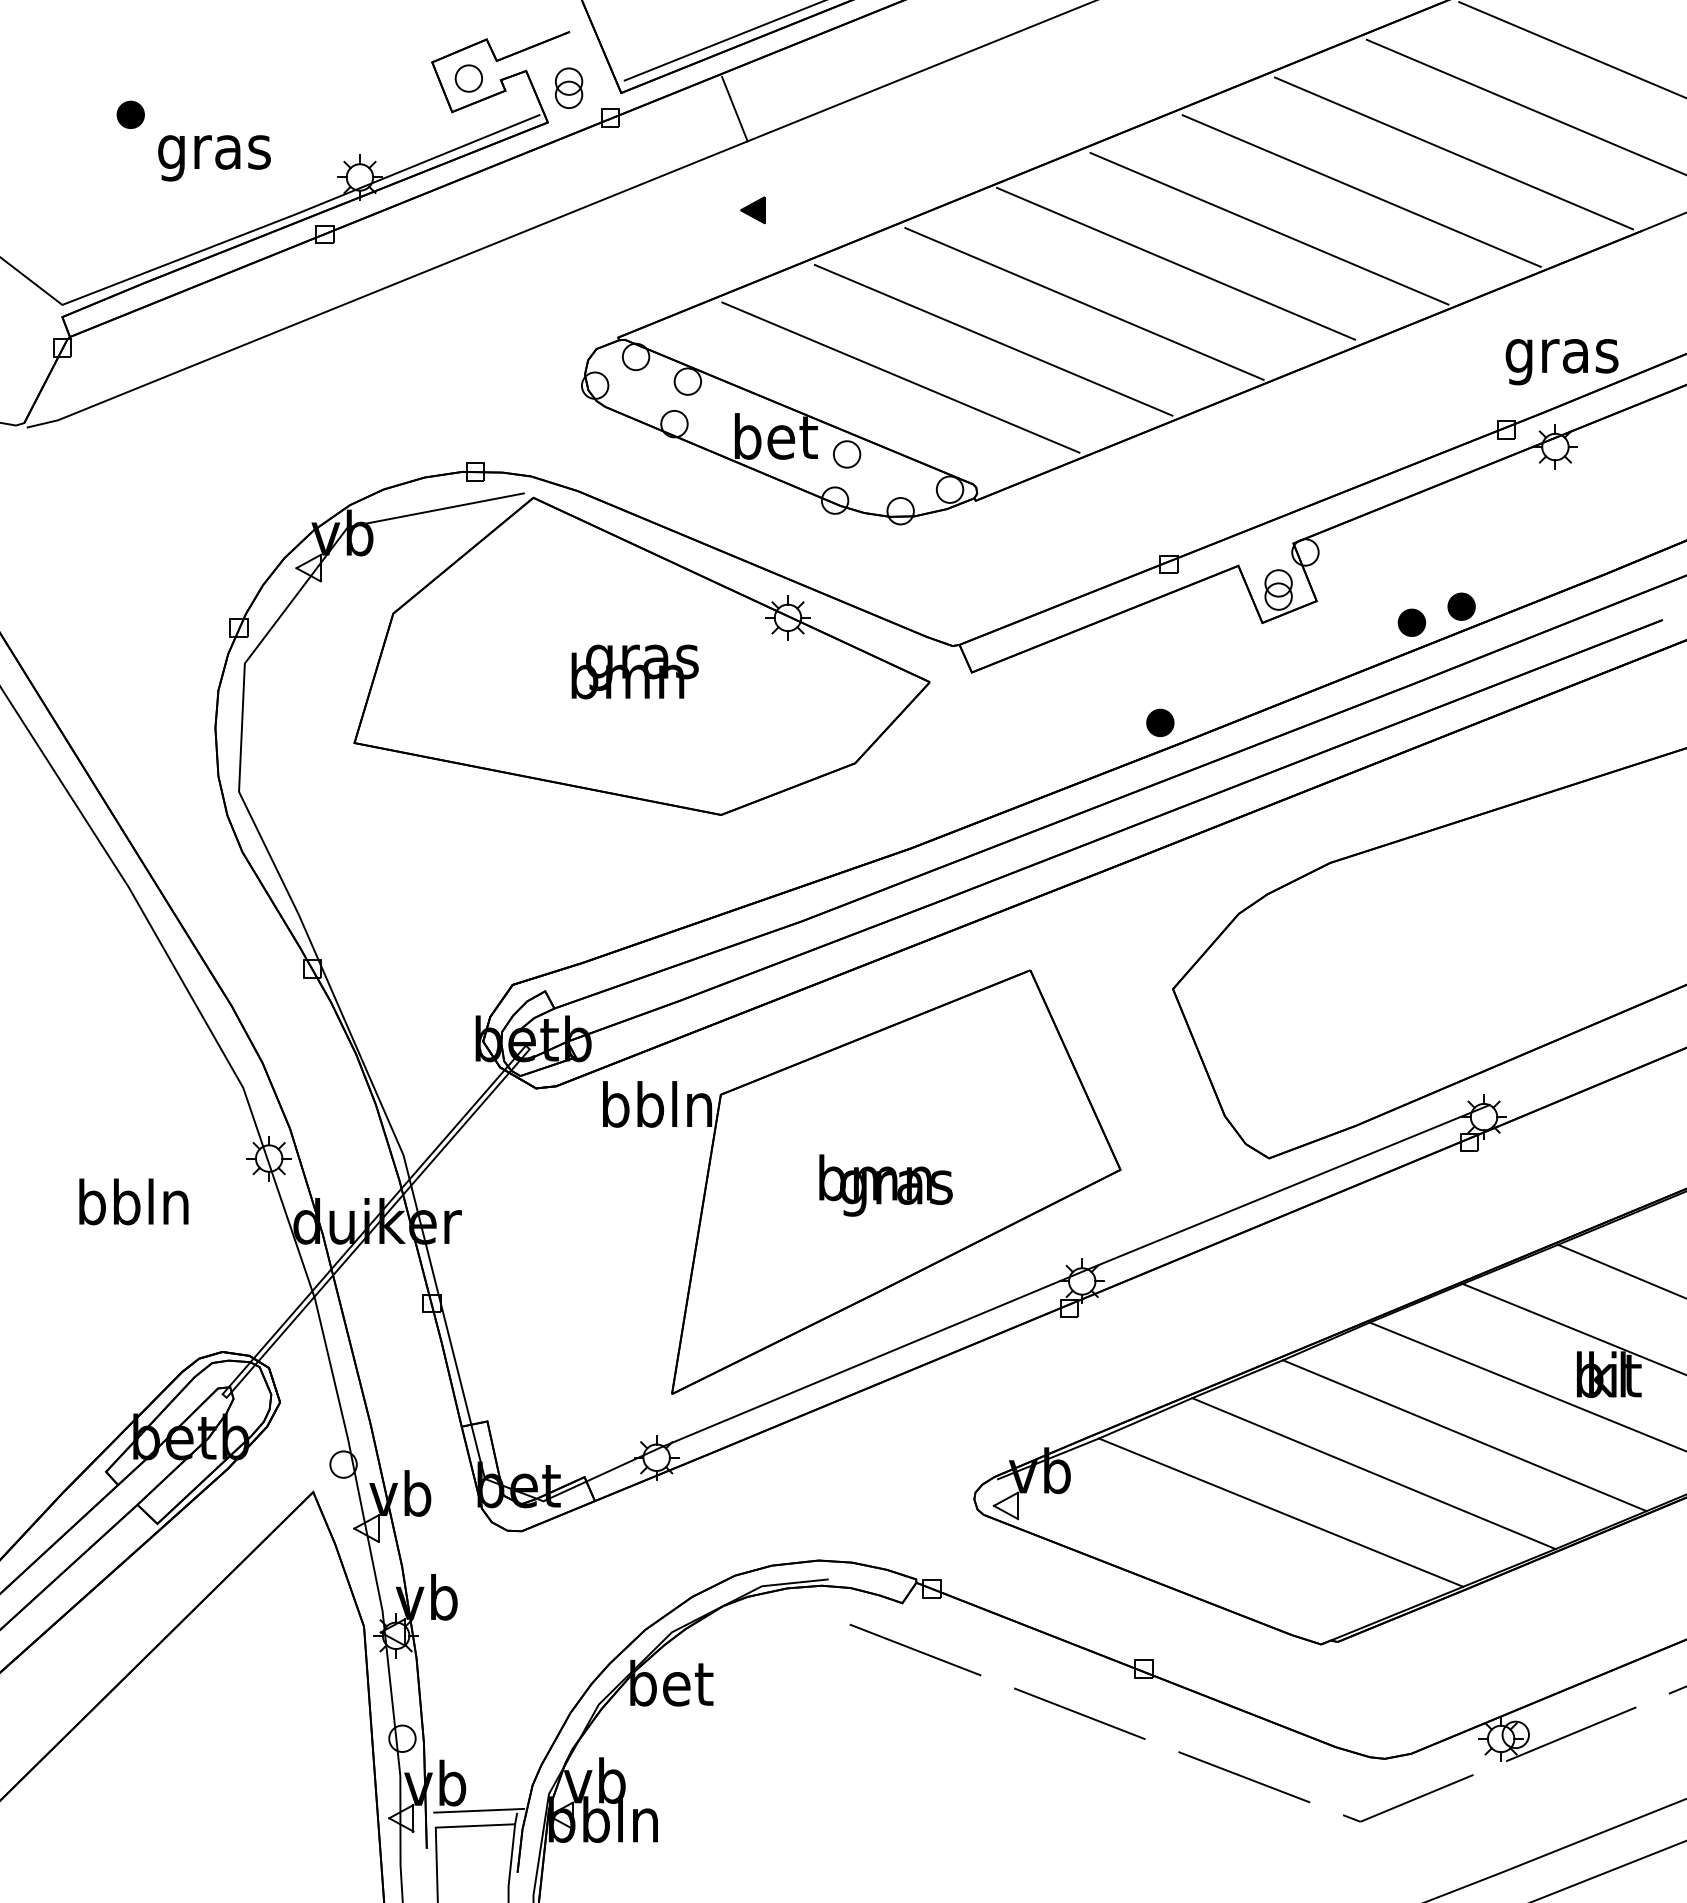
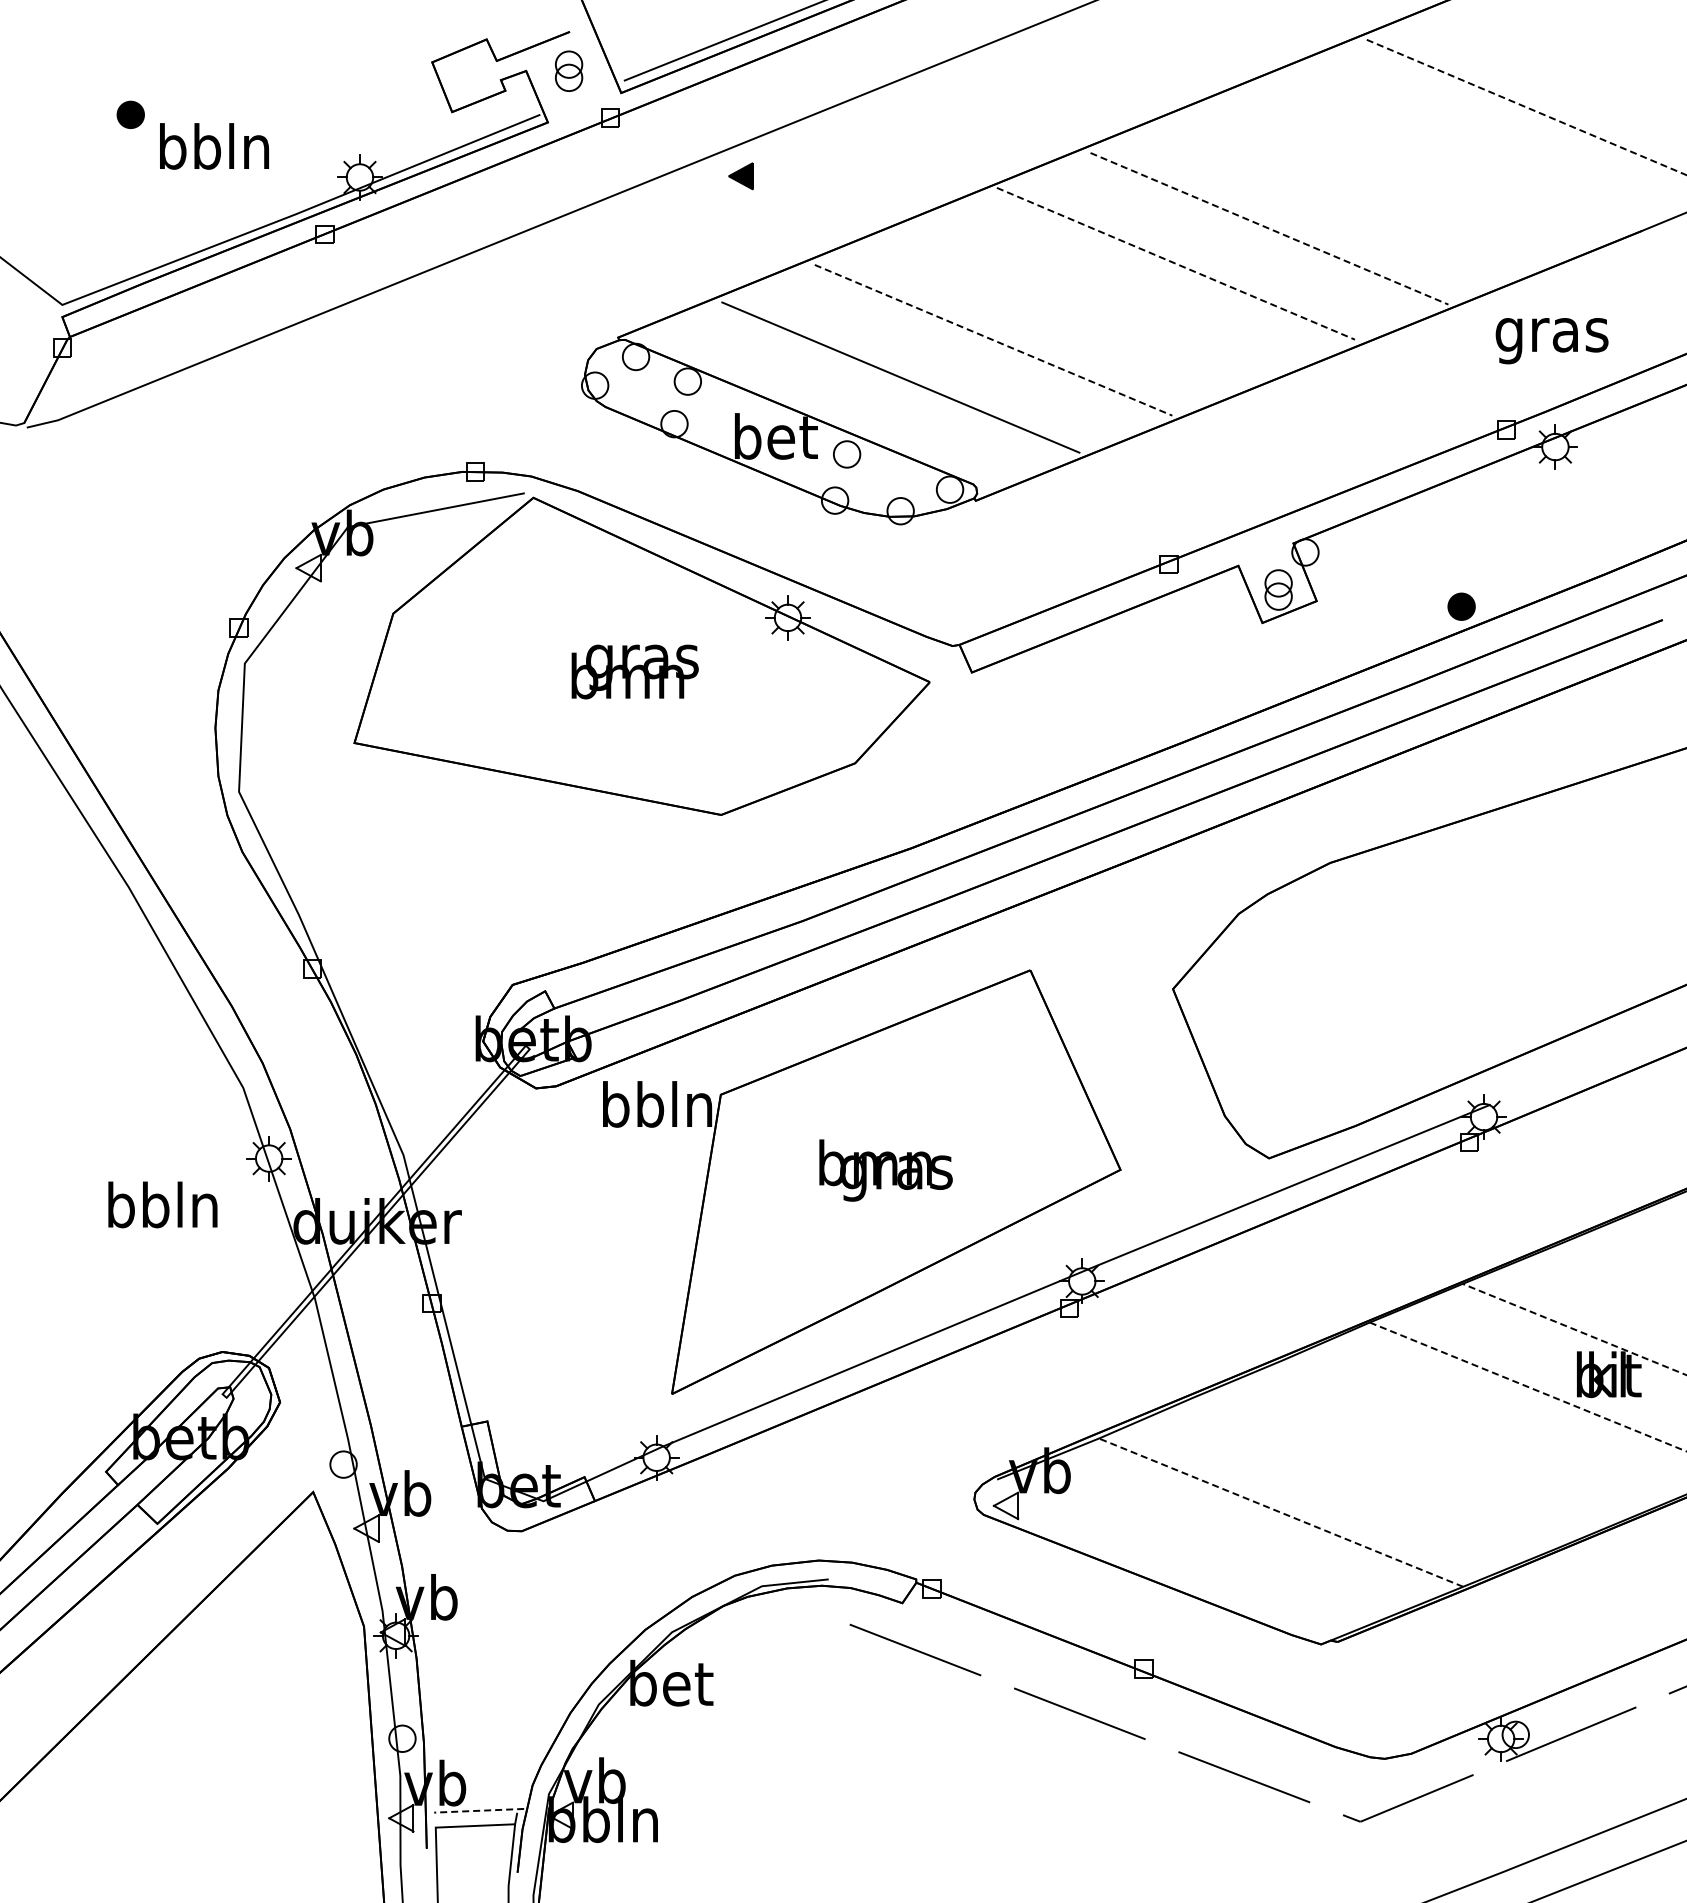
line at (1571, 49): present -> none
part at (468, 78): present -> none
part at (569, 87) position: (569, 87) -> (569, 70)
line at (1526, 107): solid -> dashed
line at (734, 109): present -> none
text at (214, 152): gras -> bbln
line at (1453, 153): present -> none
line at (1361, 190): present -> none
part at (752, 210) position: (752, 210) -> (740, 176)
line at (1269, 229): solid -> dashed
line at (1176, 263): solid -> dashed
line at (1084, 303): present -> none
line at (994, 340): solid -> dashed
text at (1561, 362) position: (1561, 362) -> (1551, 341)
part at (1411, 622): present -> none
part at (1160, 722): present -> none
text at (885, 1185) position: (885, 1185) -> (885, 1170)
text at (133, 1201) position: (133, 1201) -> (162, 1204)
line at (1620, 1270): present -> none
line at (1574, 1329): solid -> dashed
line at (1527, 1386): solid -> dashed
line at (1464, 1435): present -> none
line at (1373, 1473): present -> none
line at (1281, 1512): solid -> dashed
line at (479, 1810): solid -> dashed
